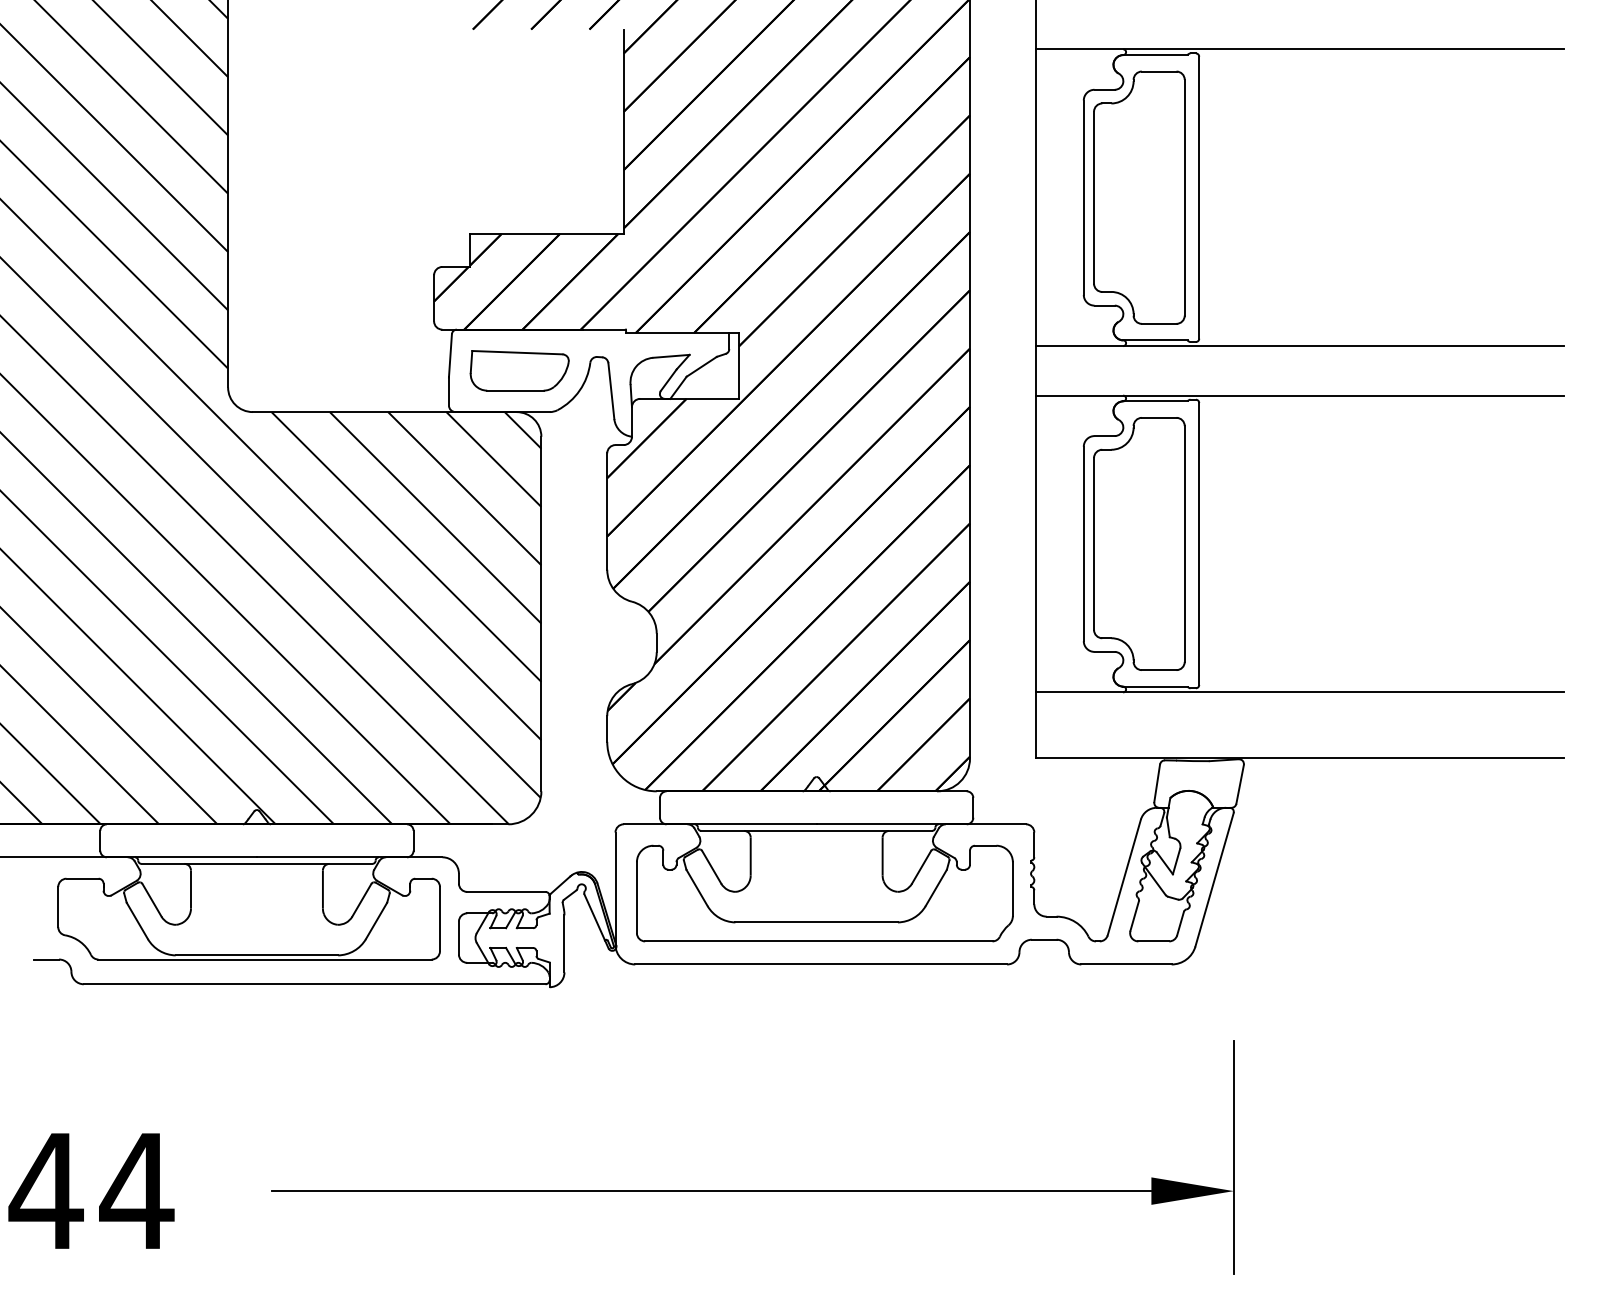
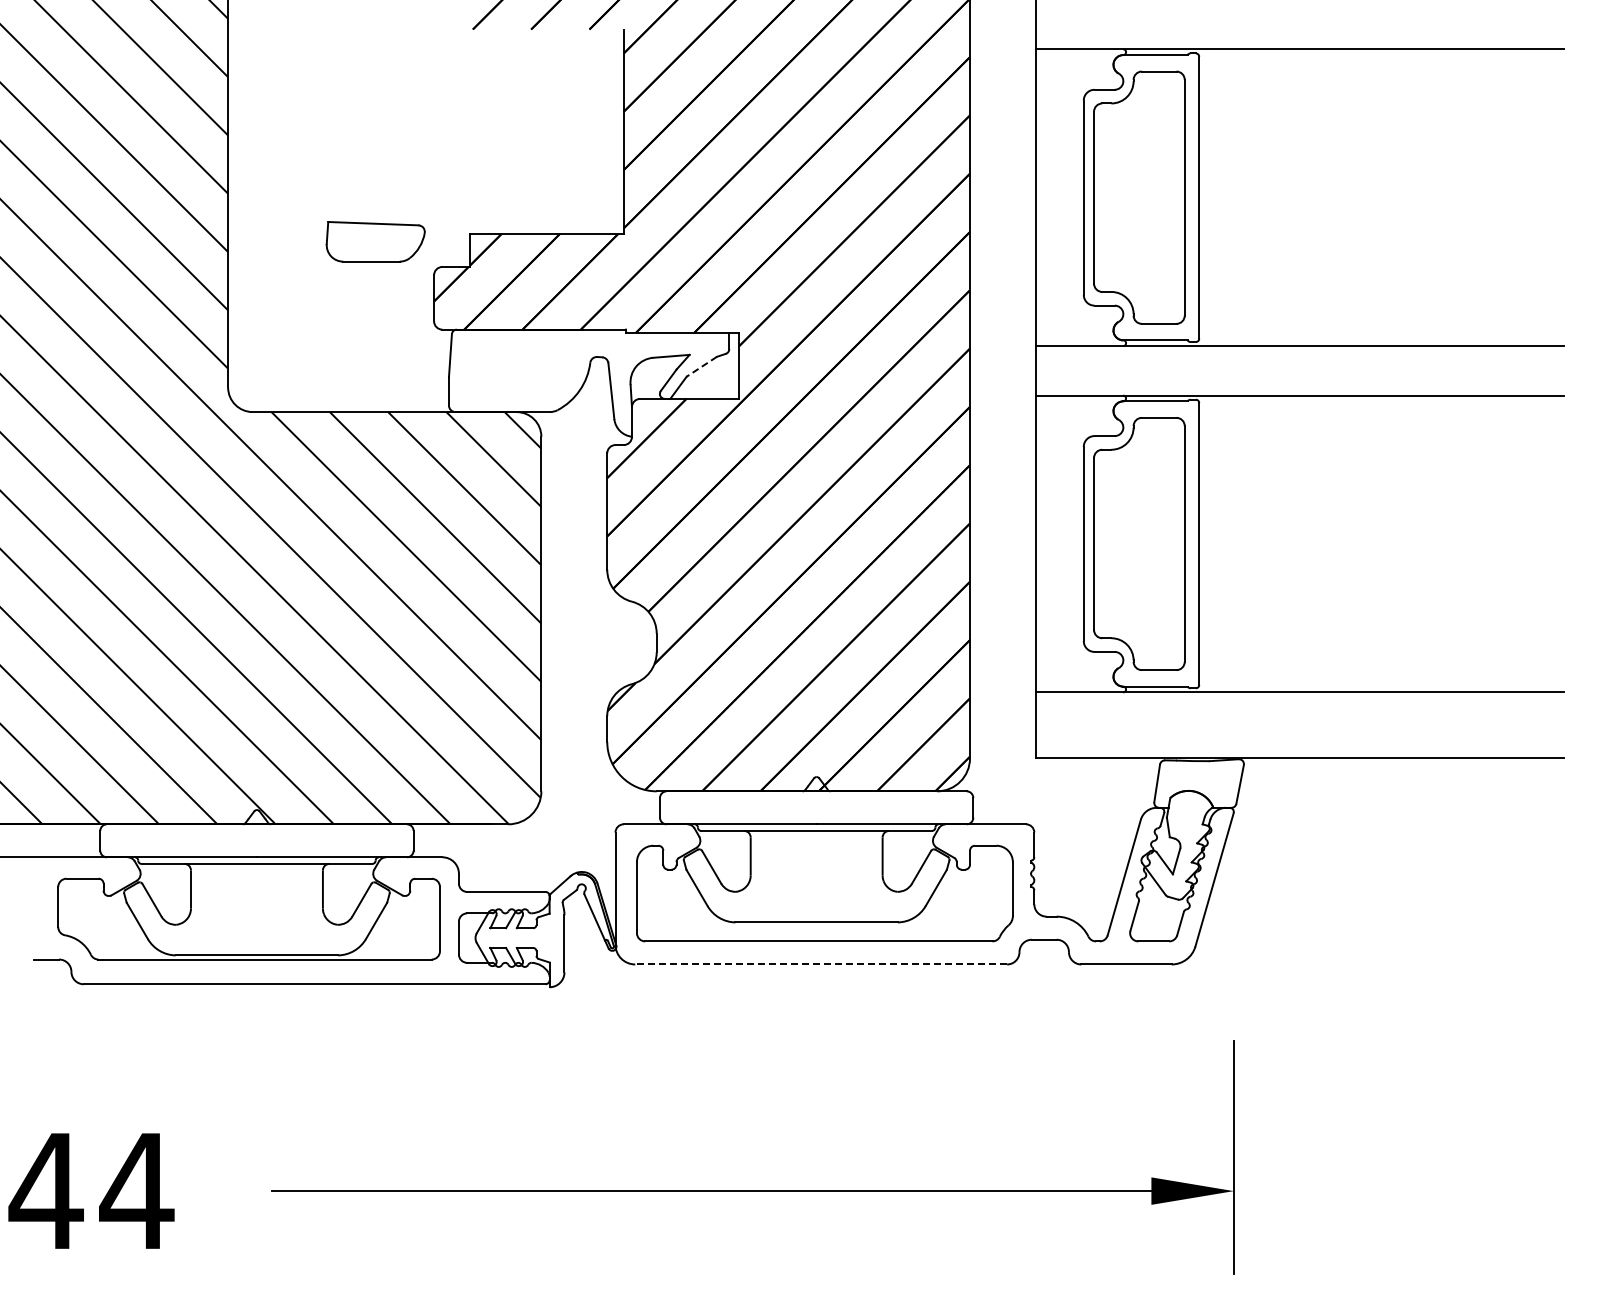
line at (701, 367): solid -> dashed
part at (519, 370) position: (519, 370) -> (375, 241)
line at (821, 964): solid -> dashed
